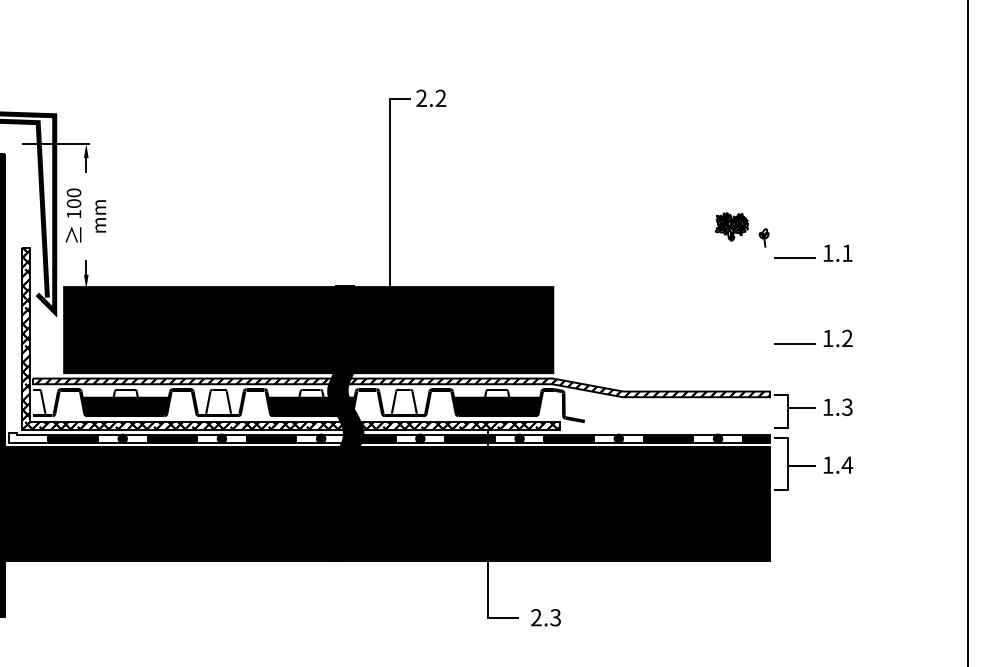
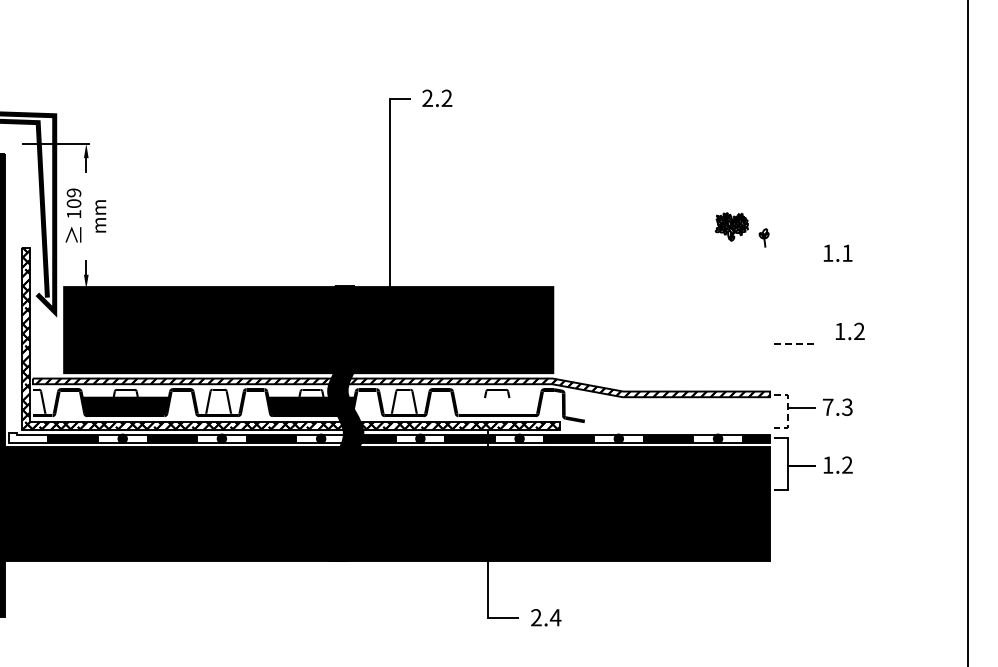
text at (431, 98) position: (431, 98) -> (437, 98)
text at (74, 192): 100 -> 109
line at (794, 257): present -> none
text at (837, 338) position: (837, 338) -> (849, 331)
line at (795, 343): solid -> dashed
fill at (497, 405): present -> none
text at (828, 406): 1.3 -> 7.3
line at (787, 412): solid -> dashed
text at (847, 464): 1.4 -> 1.2
text at (555, 617): 2.3 -> 2.4
